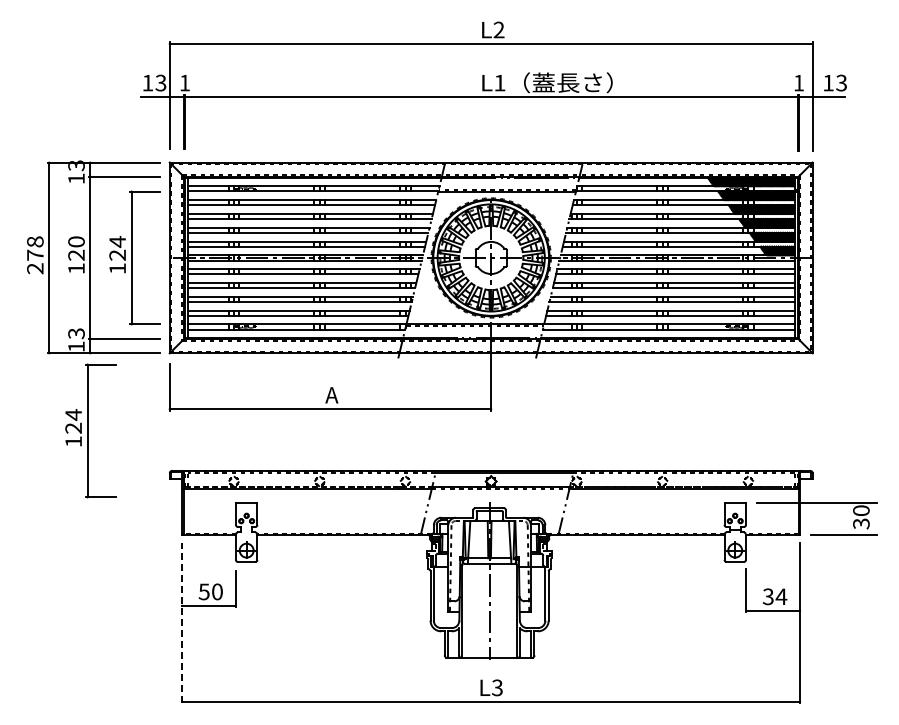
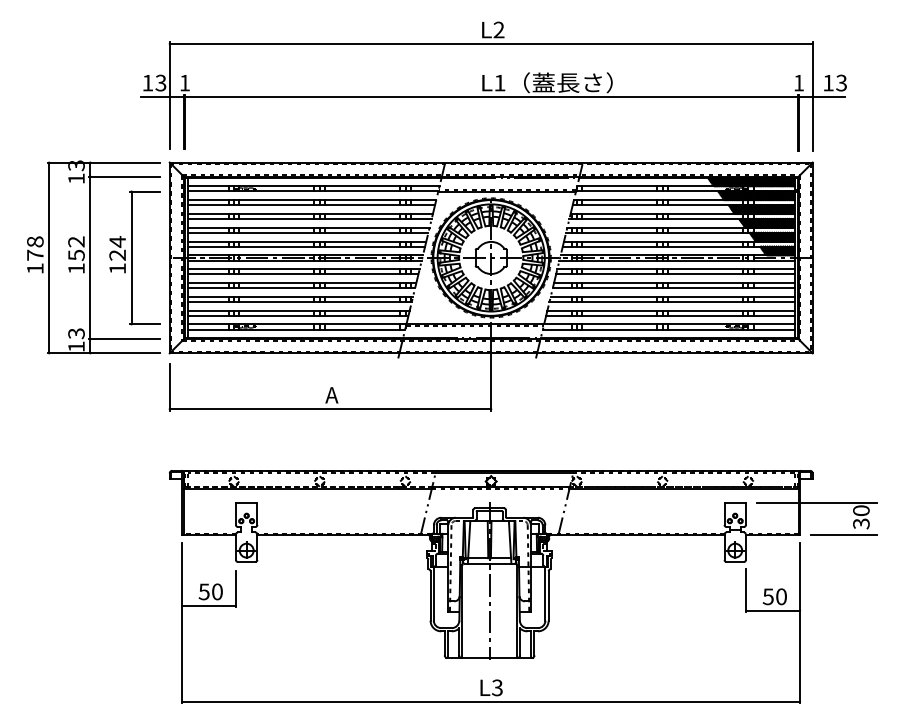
text at (76, 248): 120 -> 152
text at (35, 268): 278 -> 178
part at (90, 430): present -> none
text at (775, 596): 34 -> 50
line at (182, 622): dashed -> solid
